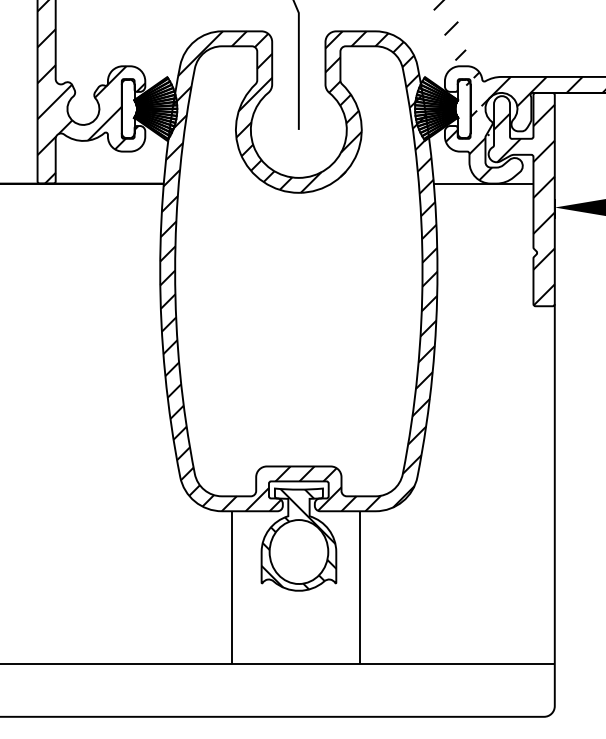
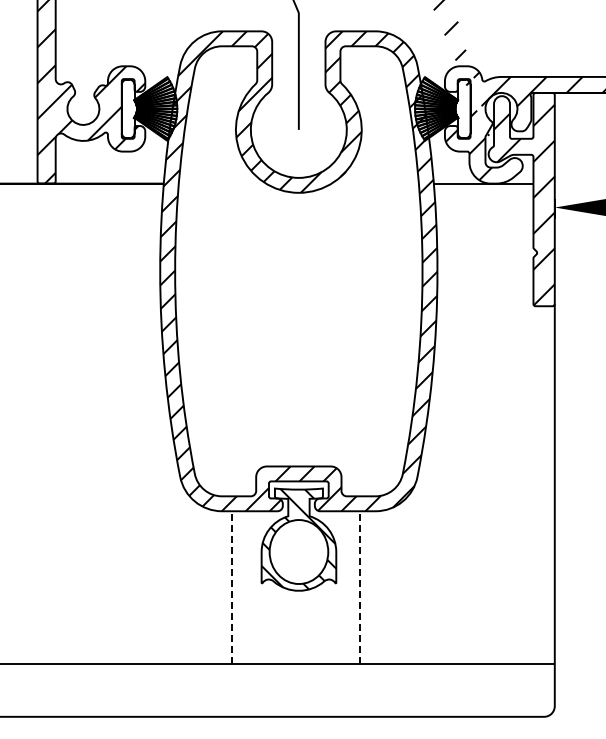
line at (232, 586): solid -> dashed
line at (360, 586): solid -> dashed
